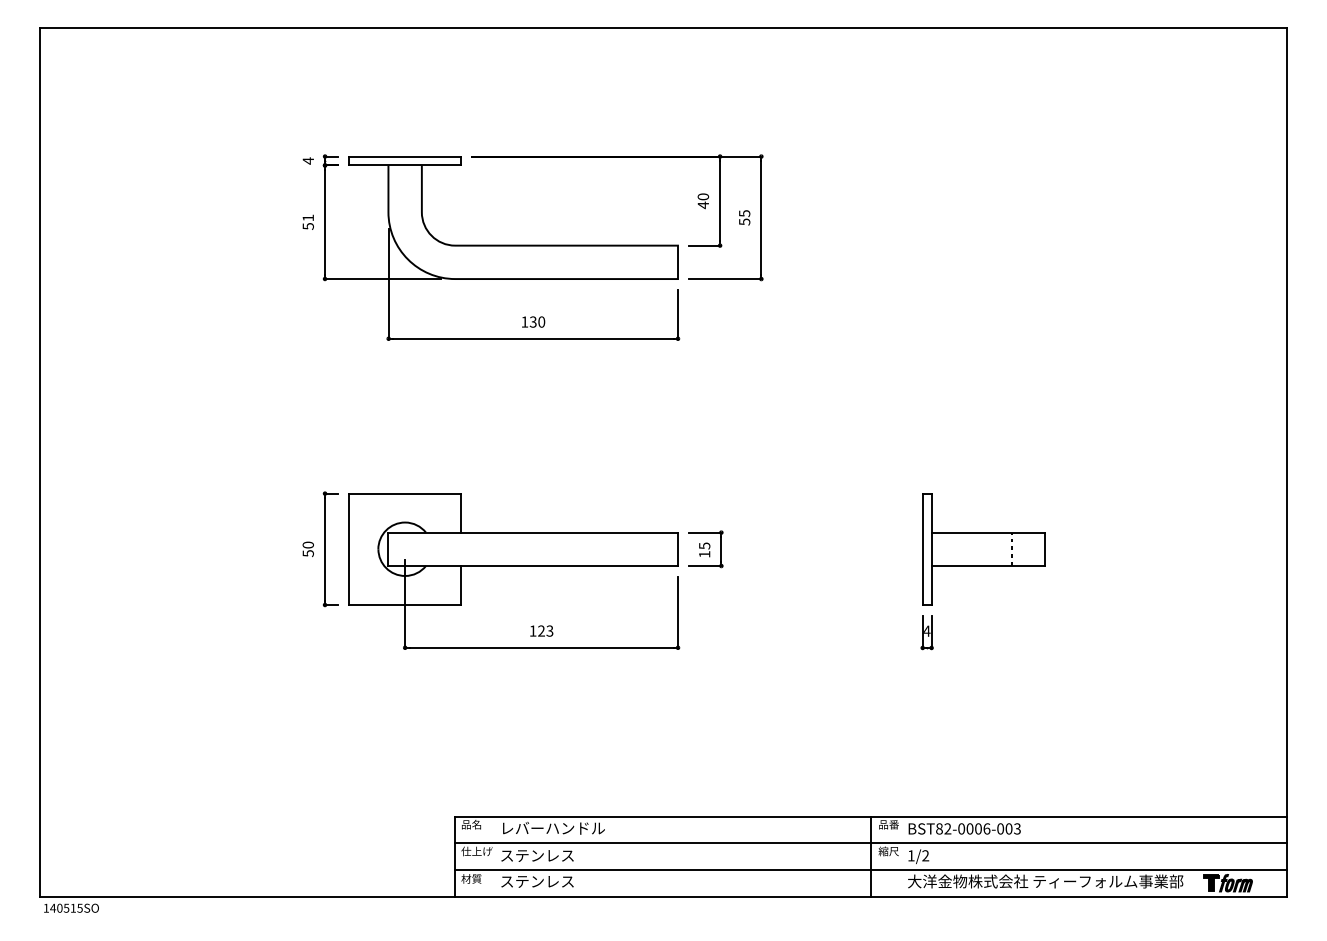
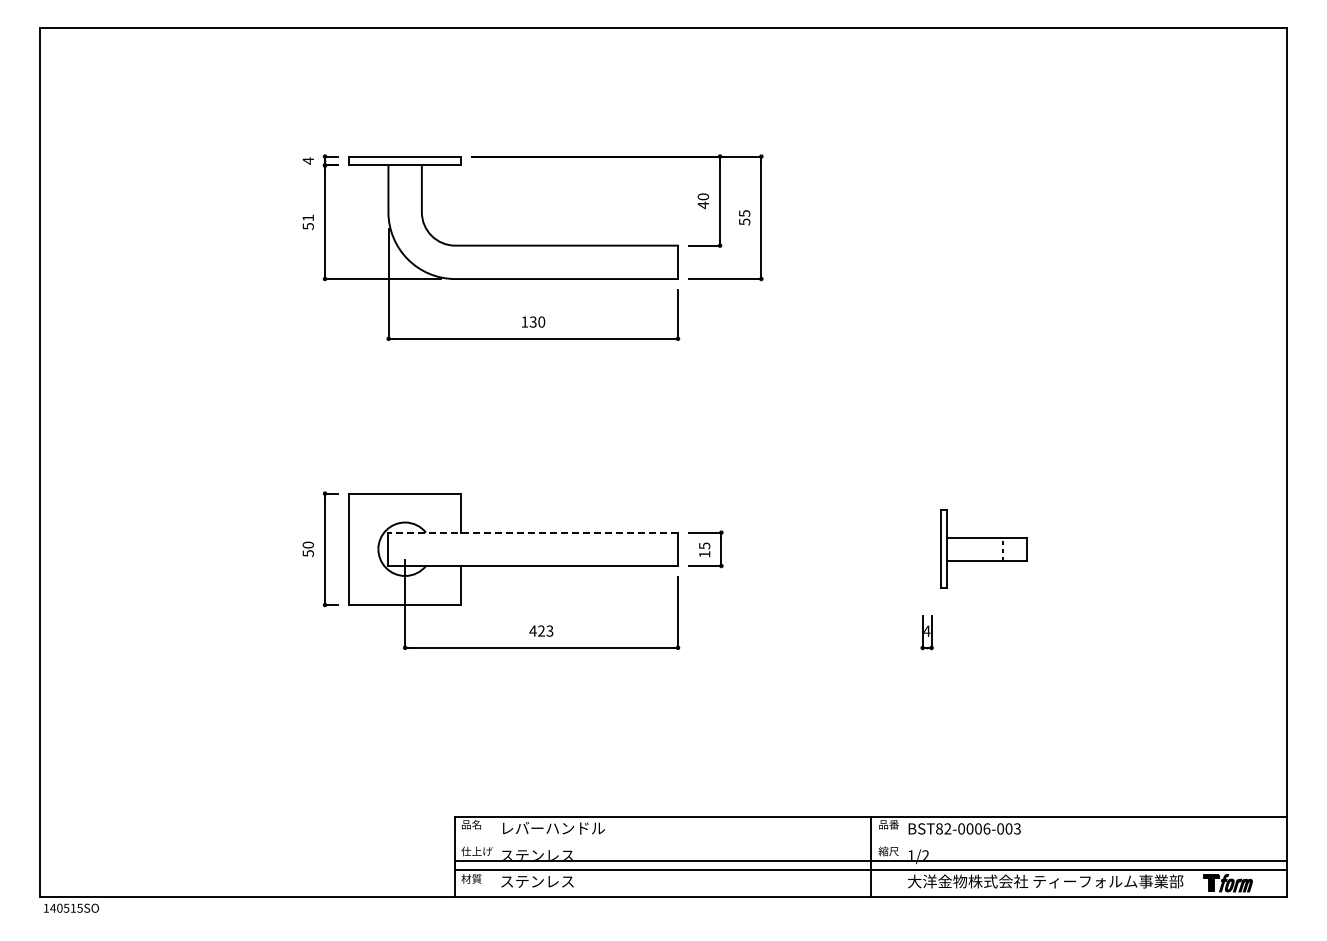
line at (533, 532): solid -> dashed
part at (983, 549) size: 124x113 px -> 88x80 px
text at (532, 630): 123 -> 423
line at (870, 843) position: (870, 843) -> (870, 861)
